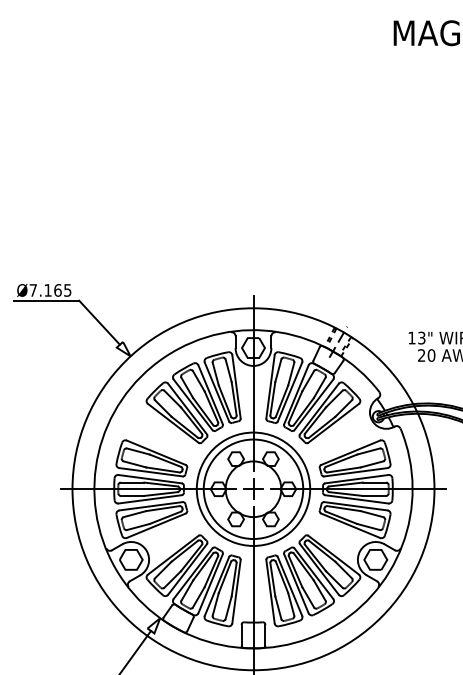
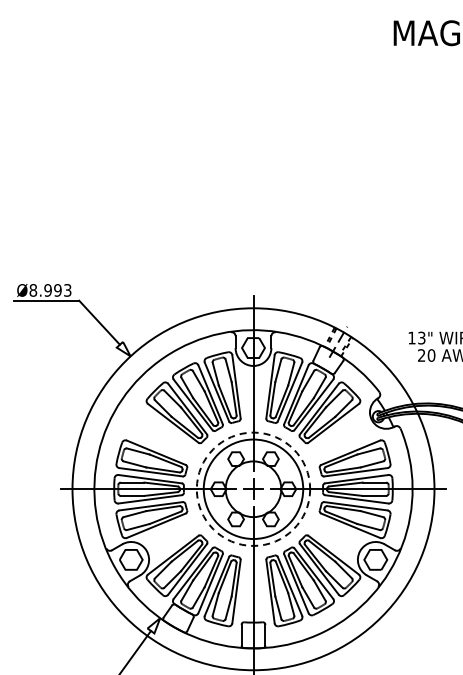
text at (50, 290): Ø7.165 -> Ø8.993
circle at (253, 488): solid -> dashed
